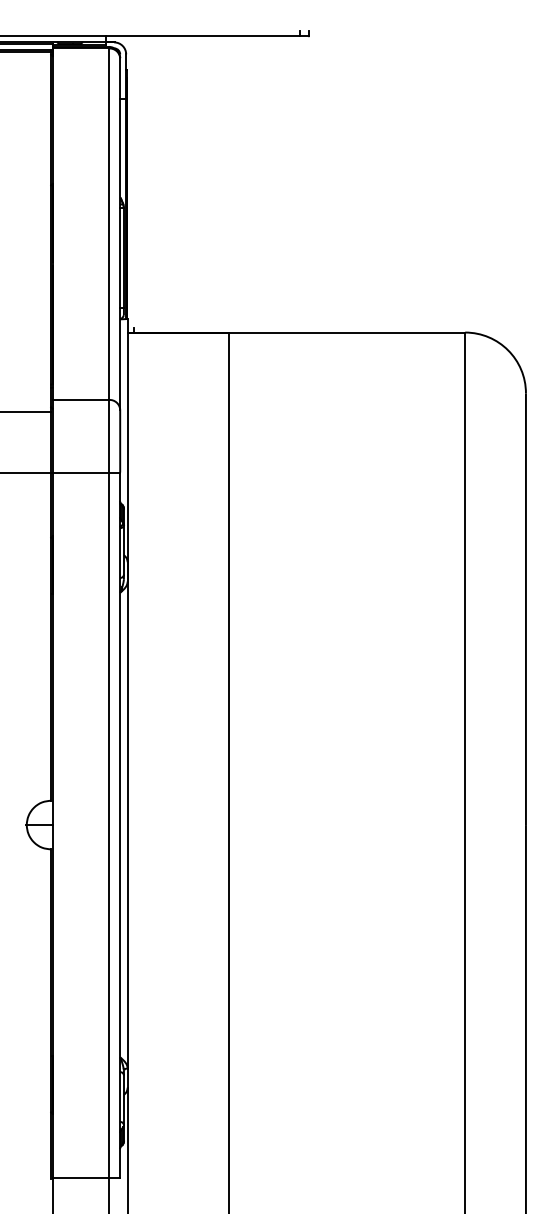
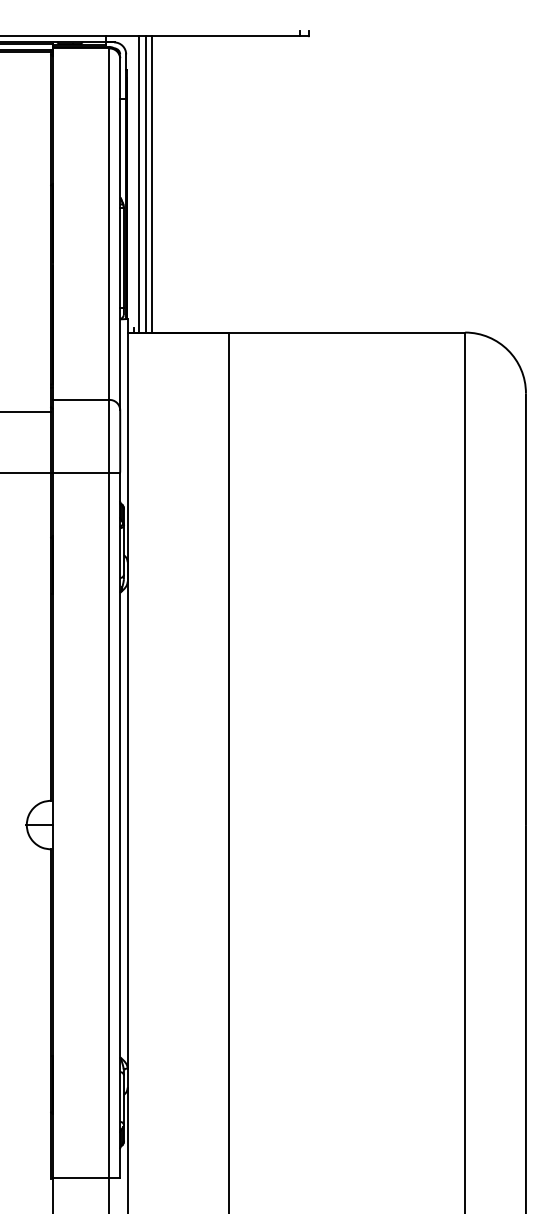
line at (138, 184): none -> present
line at (146, 184): none -> present
line at (152, 184): none -> present
